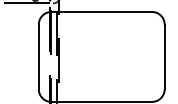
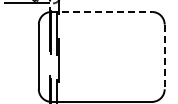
line at (102, 12): solid -> dashed
line at (164, 57): solid -> dashed
